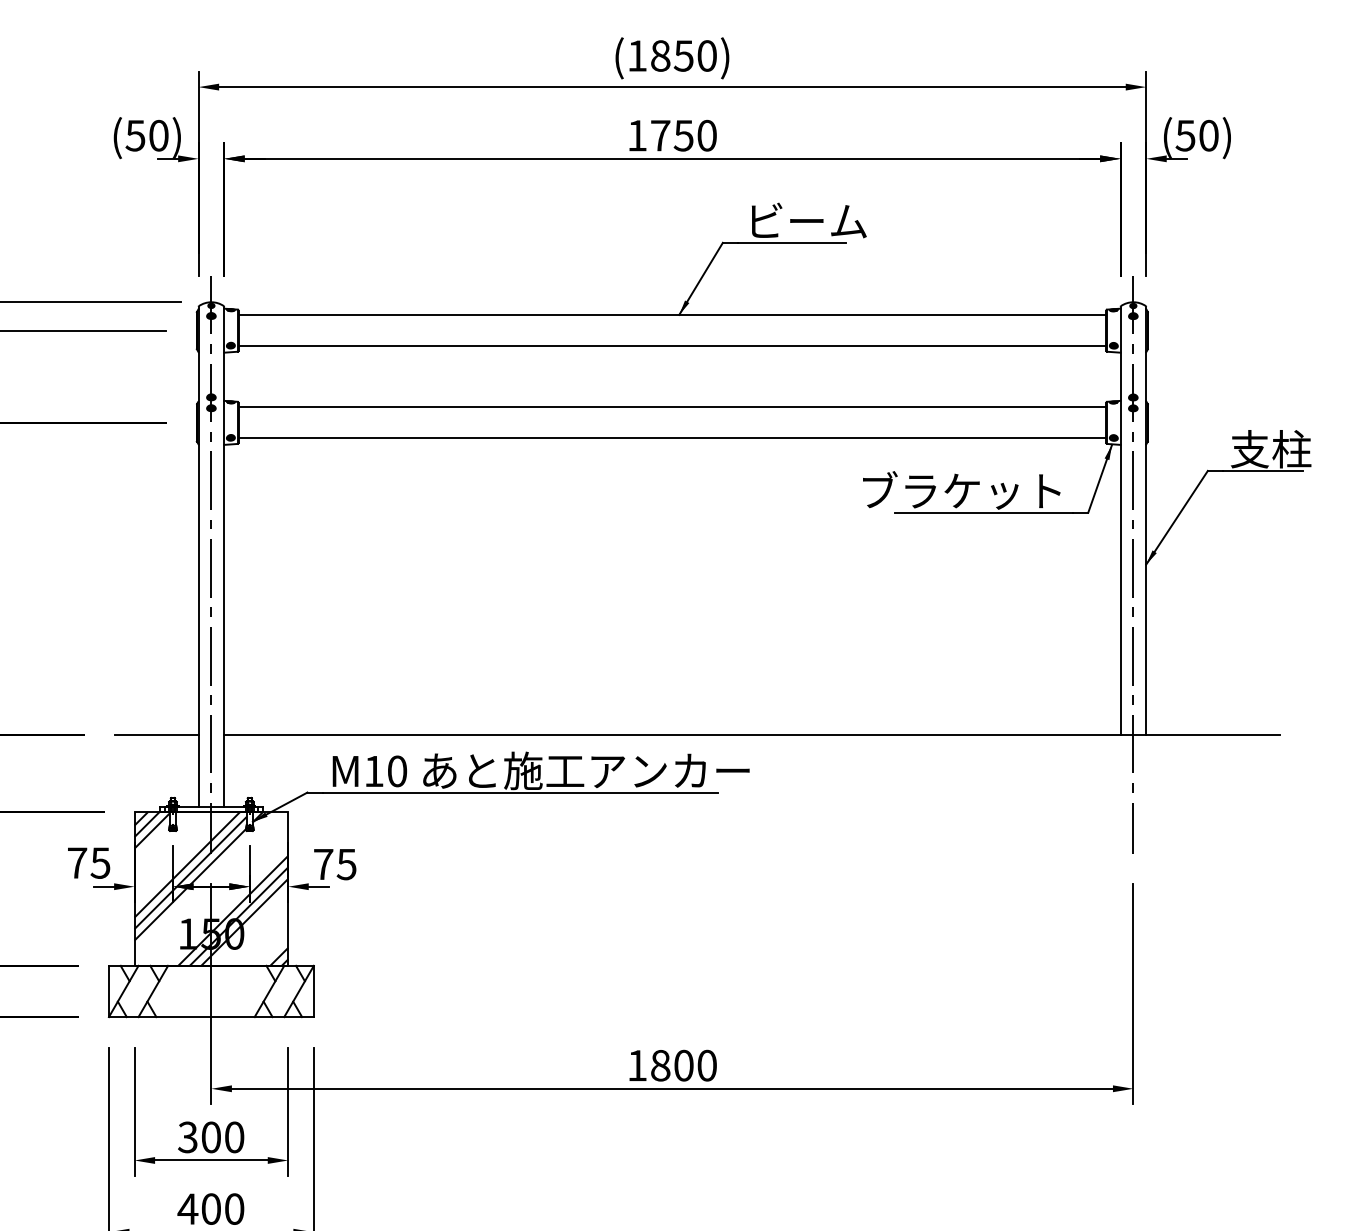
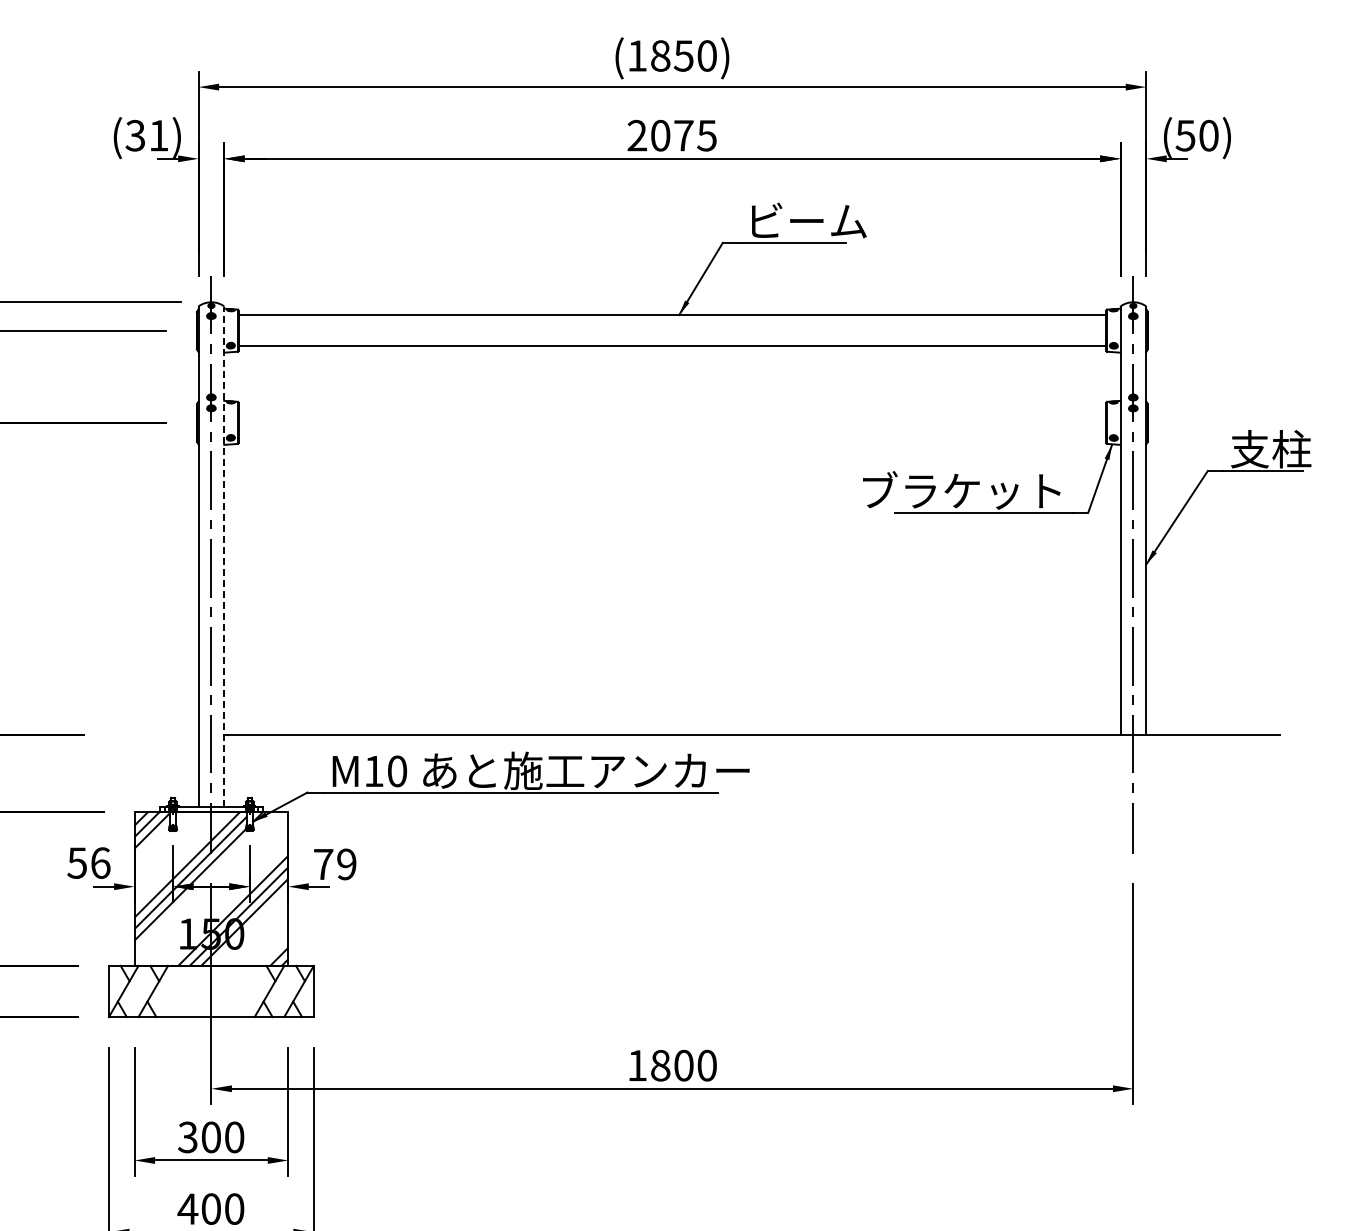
text at (147, 135): (50) -> (31)
text at (671, 135): 1750 -> 2075
line at (672, 407): present -> none
line at (672, 438): present -> none
line at (224, 556): solid -> dashed
line at (156, 735): present -> none
text at (88, 862): 75 -> 56
text at (346, 864): 75 -> 79
